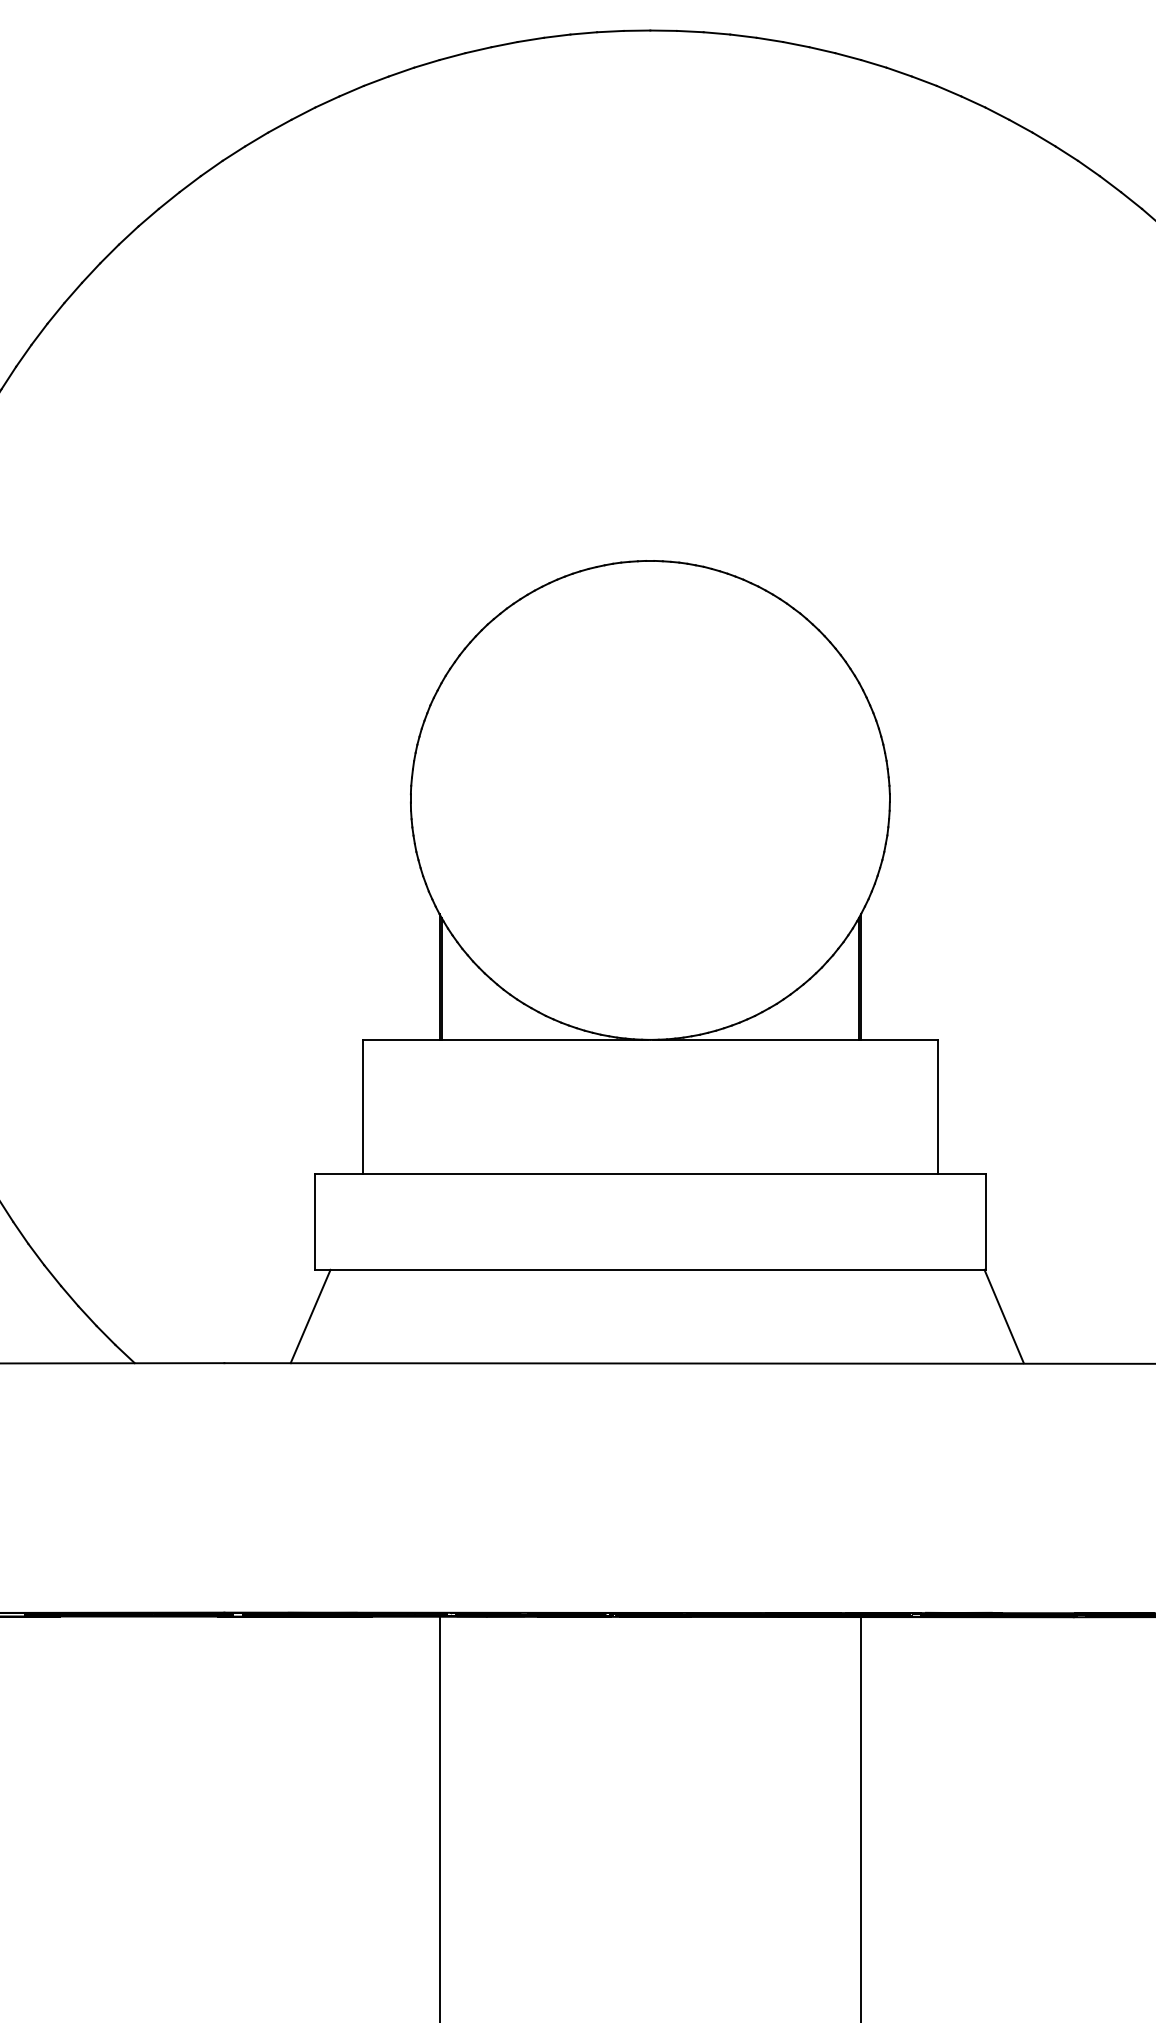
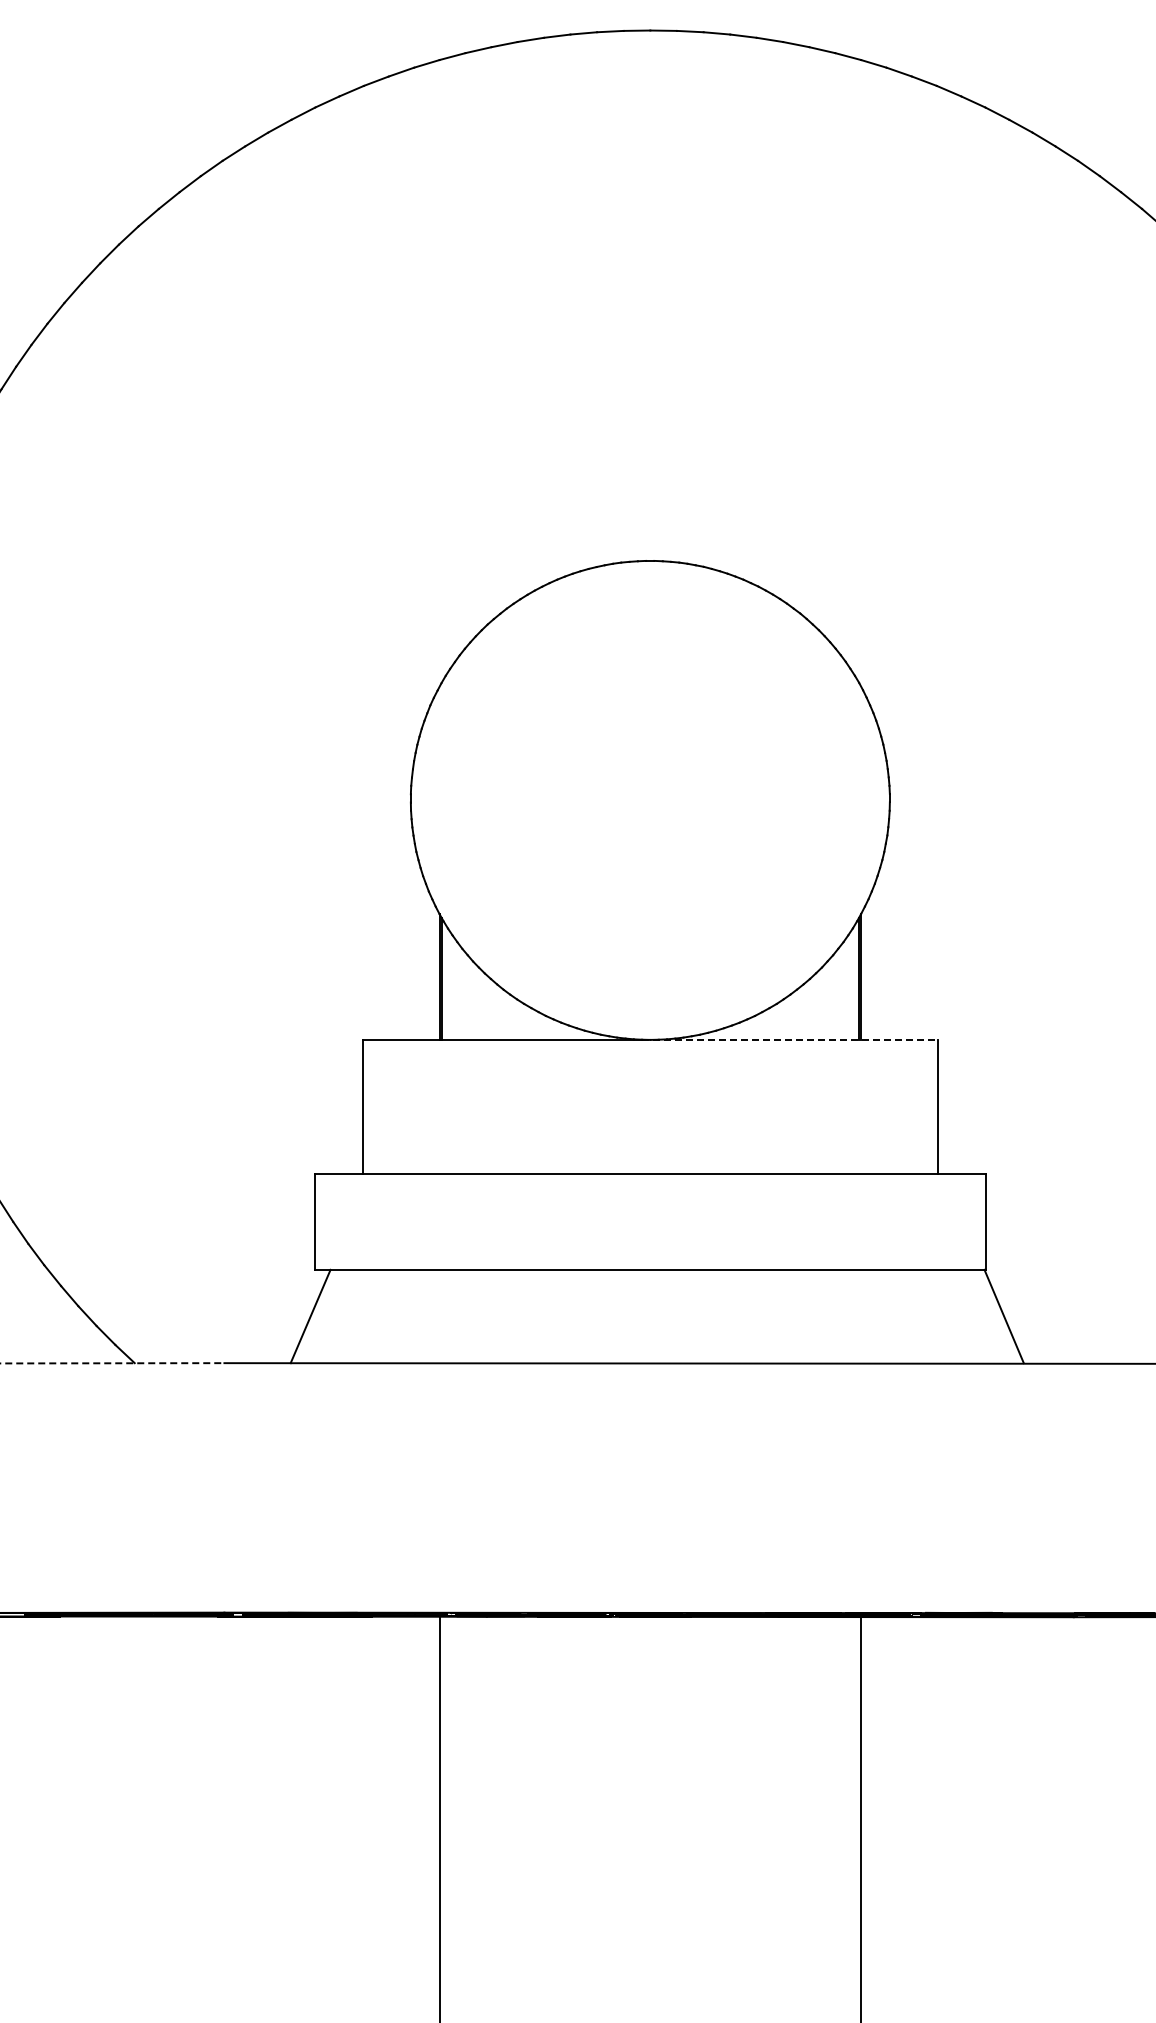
line at (795, 1039): solid -> dashed
line at (112, 1363): solid -> dashed
